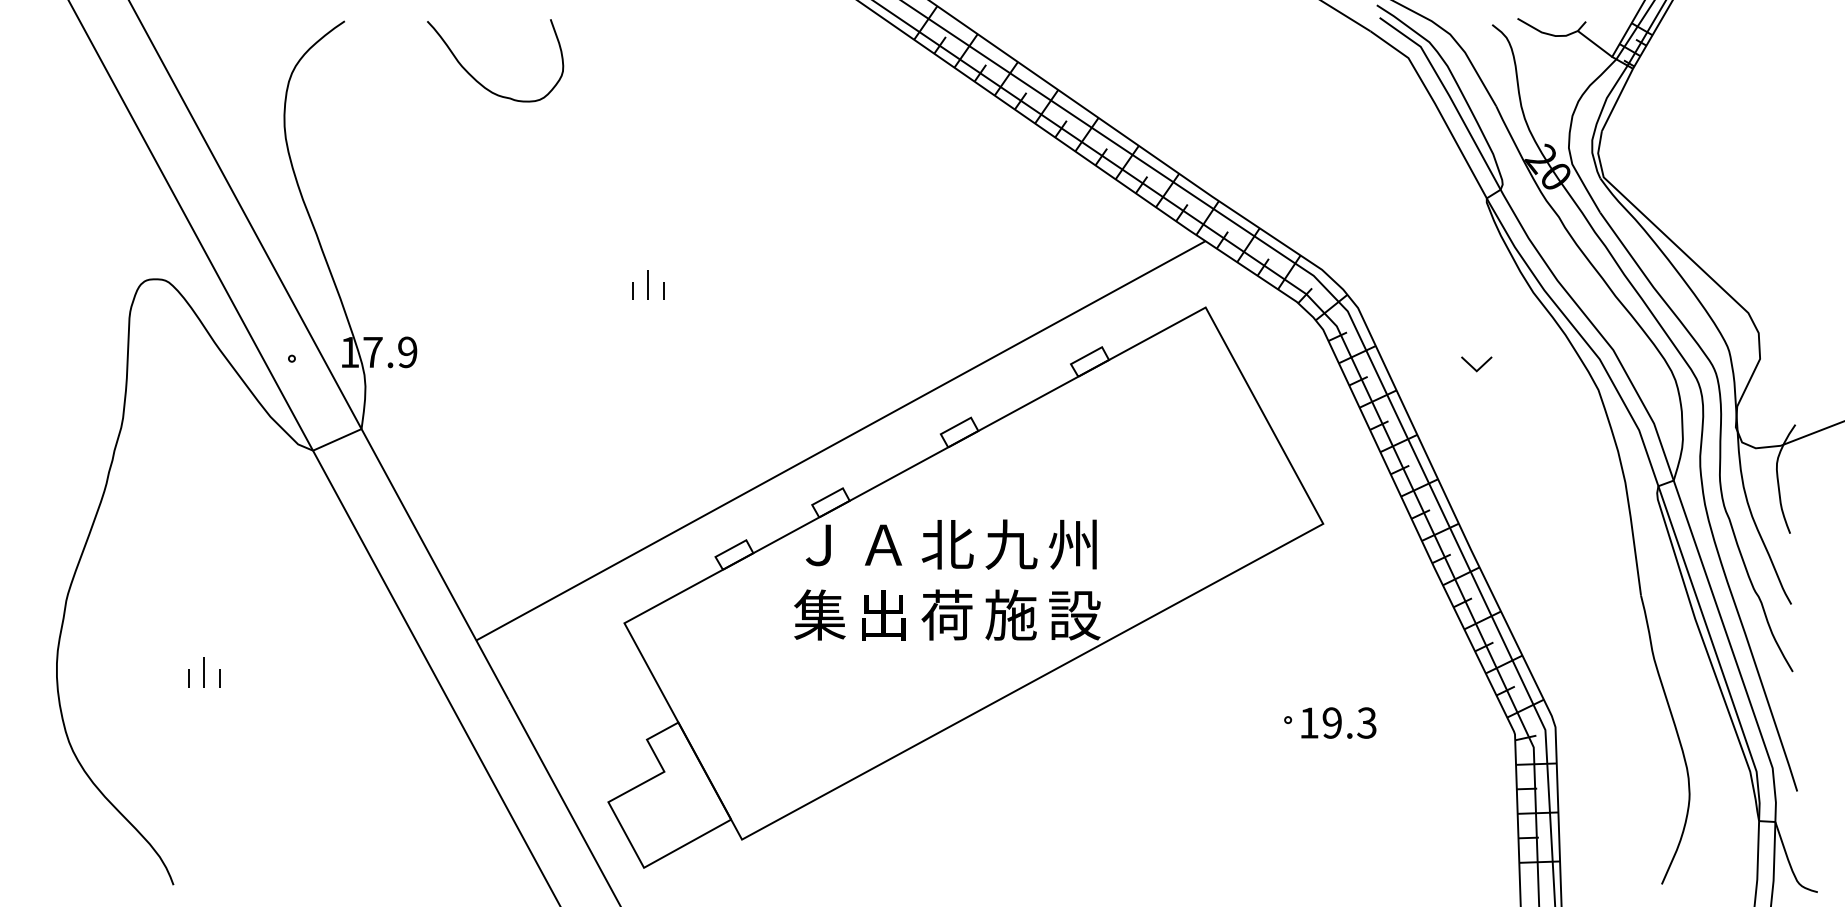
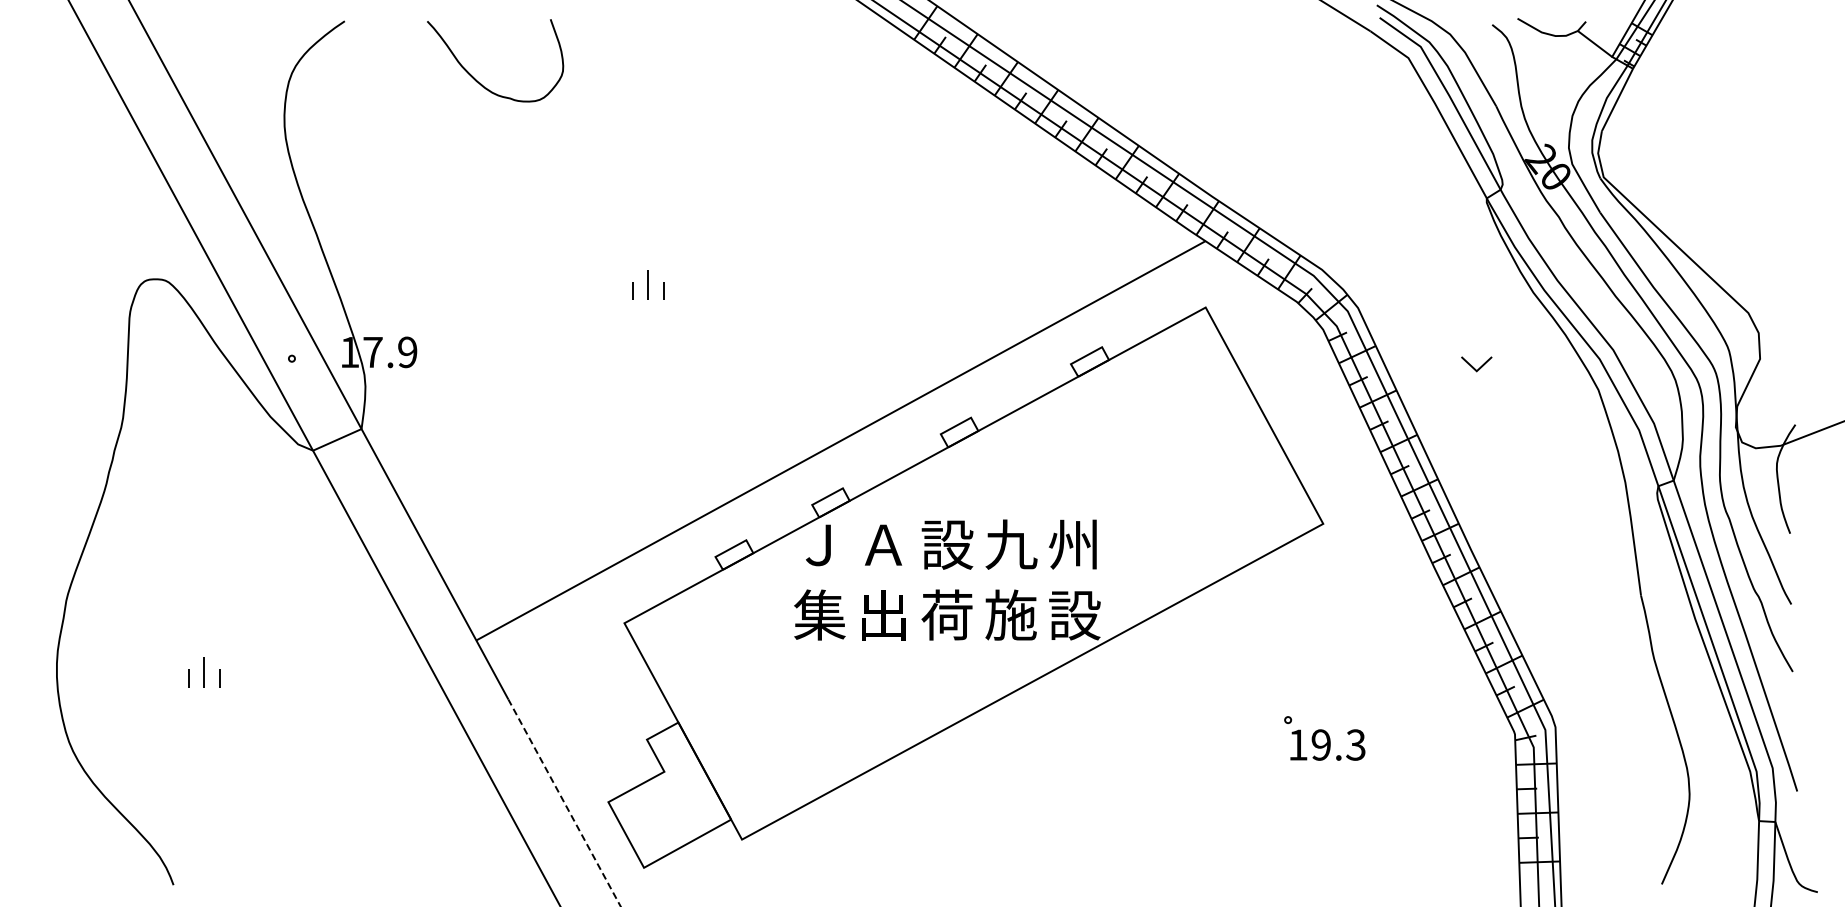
text at (947, 544): 北 -> 設
text at (1338, 722) position: (1338, 722) -> (1327, 744)
line at (564, 803): solid -> dashed
